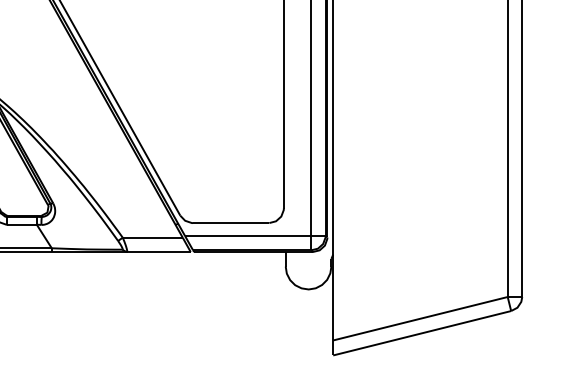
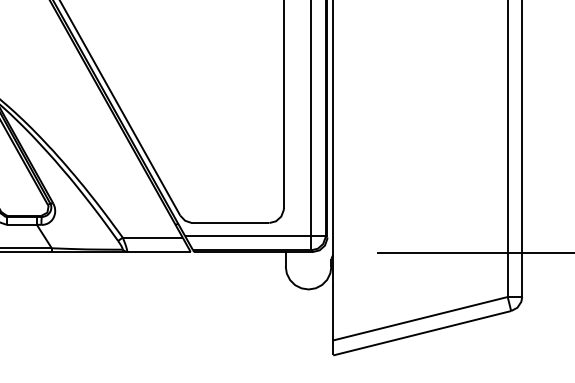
line at (474, 253): none -> present
